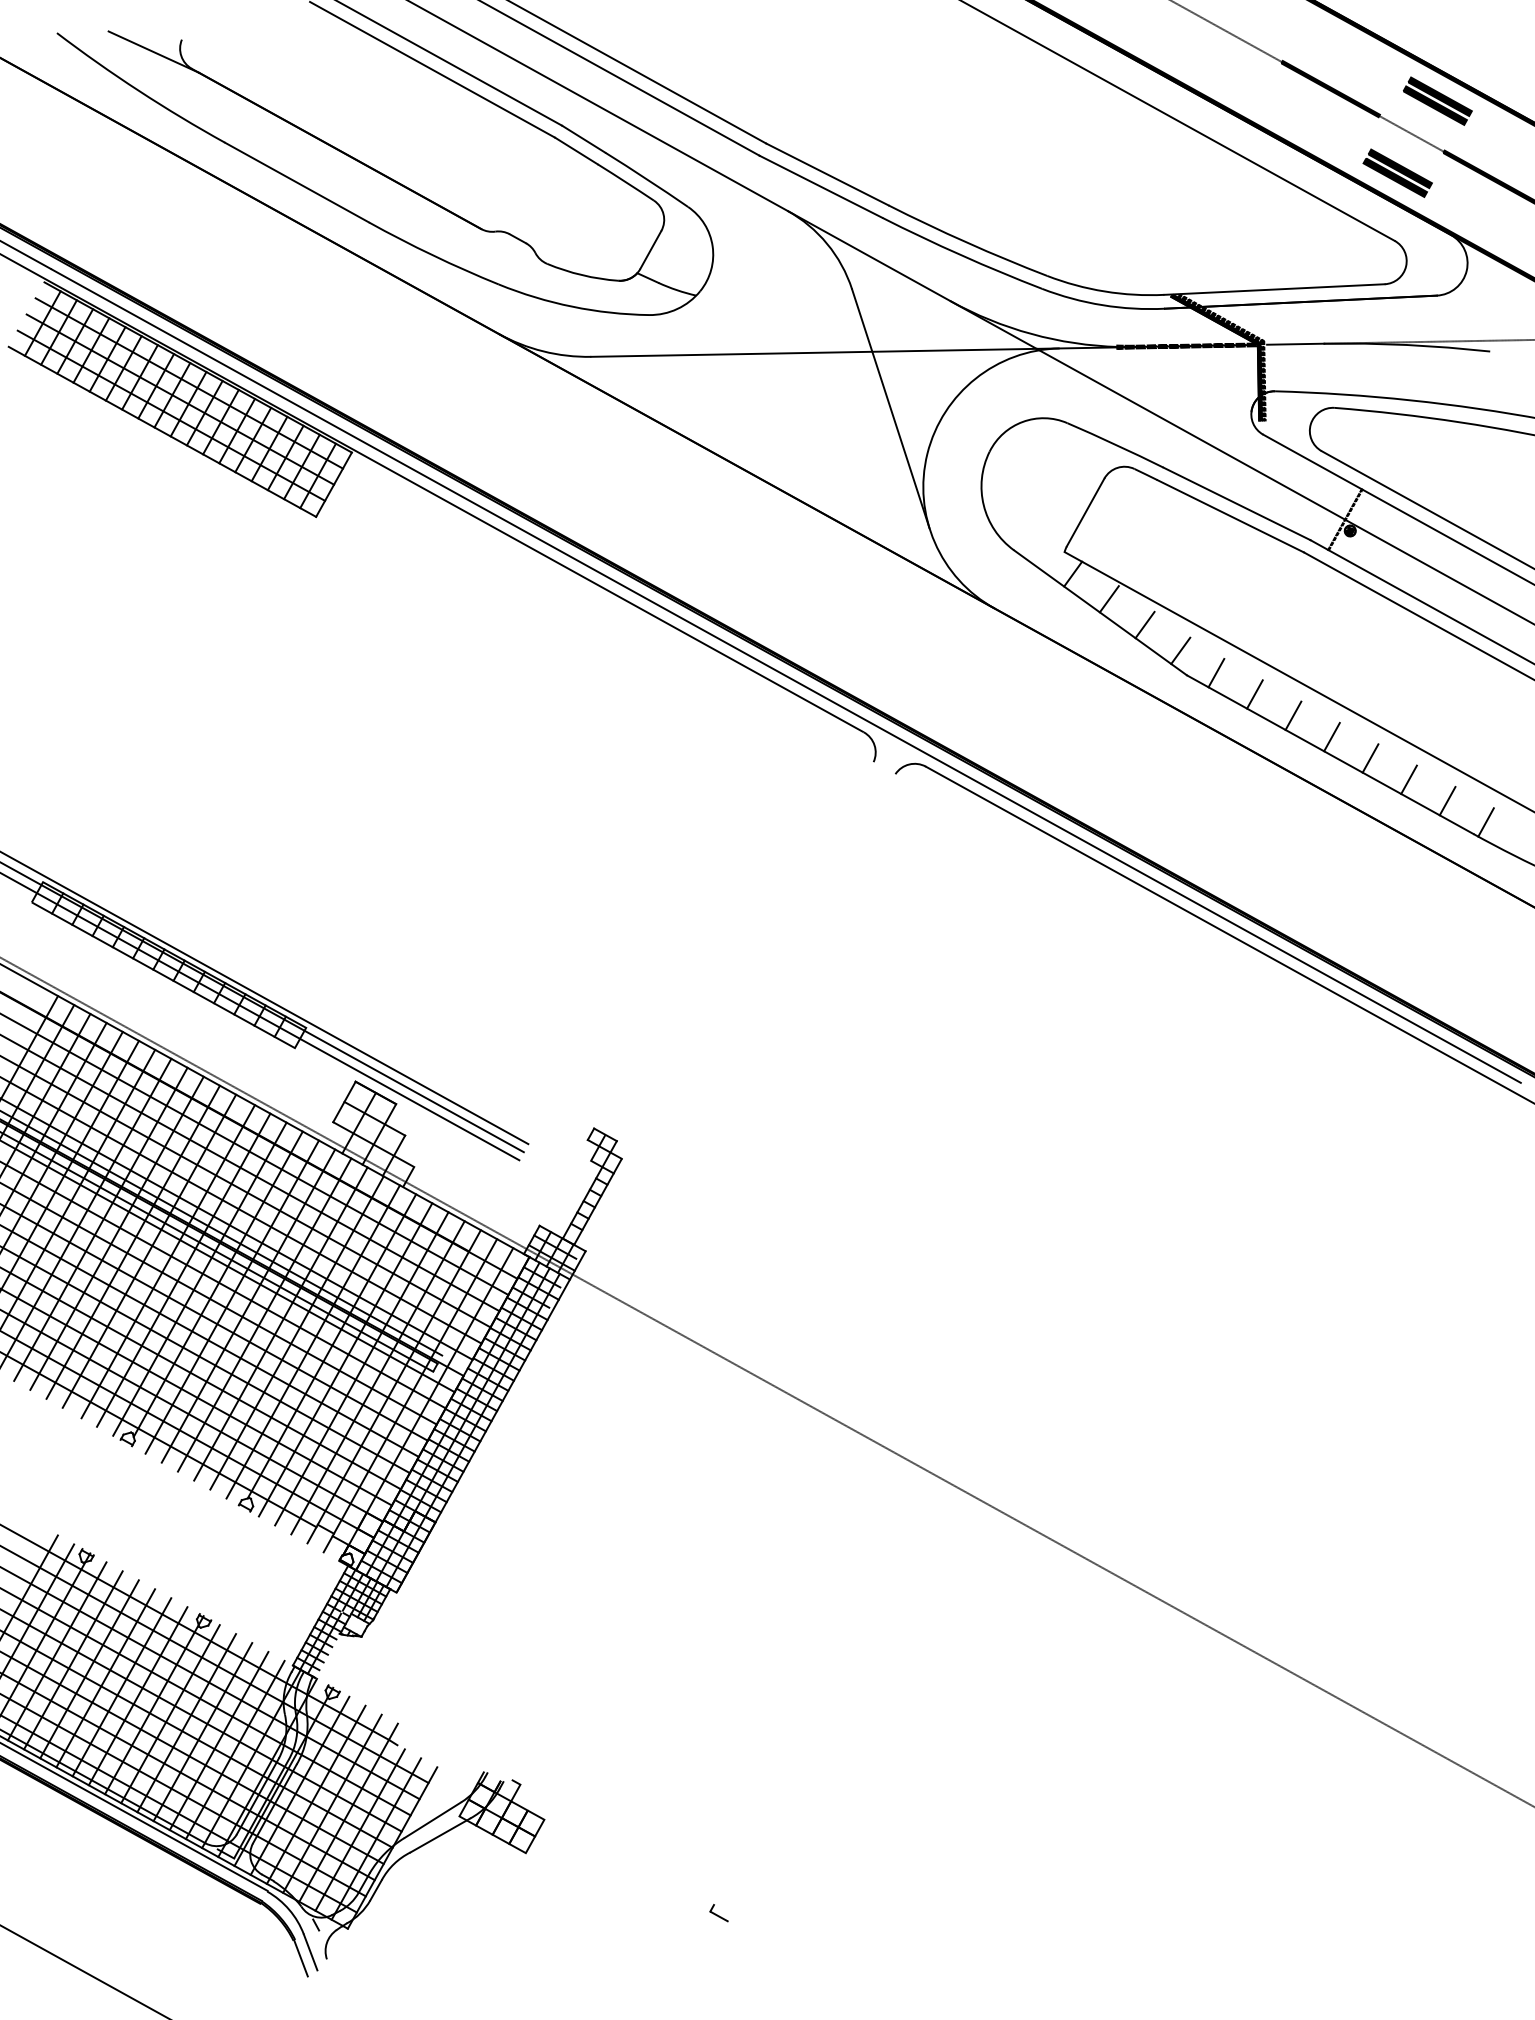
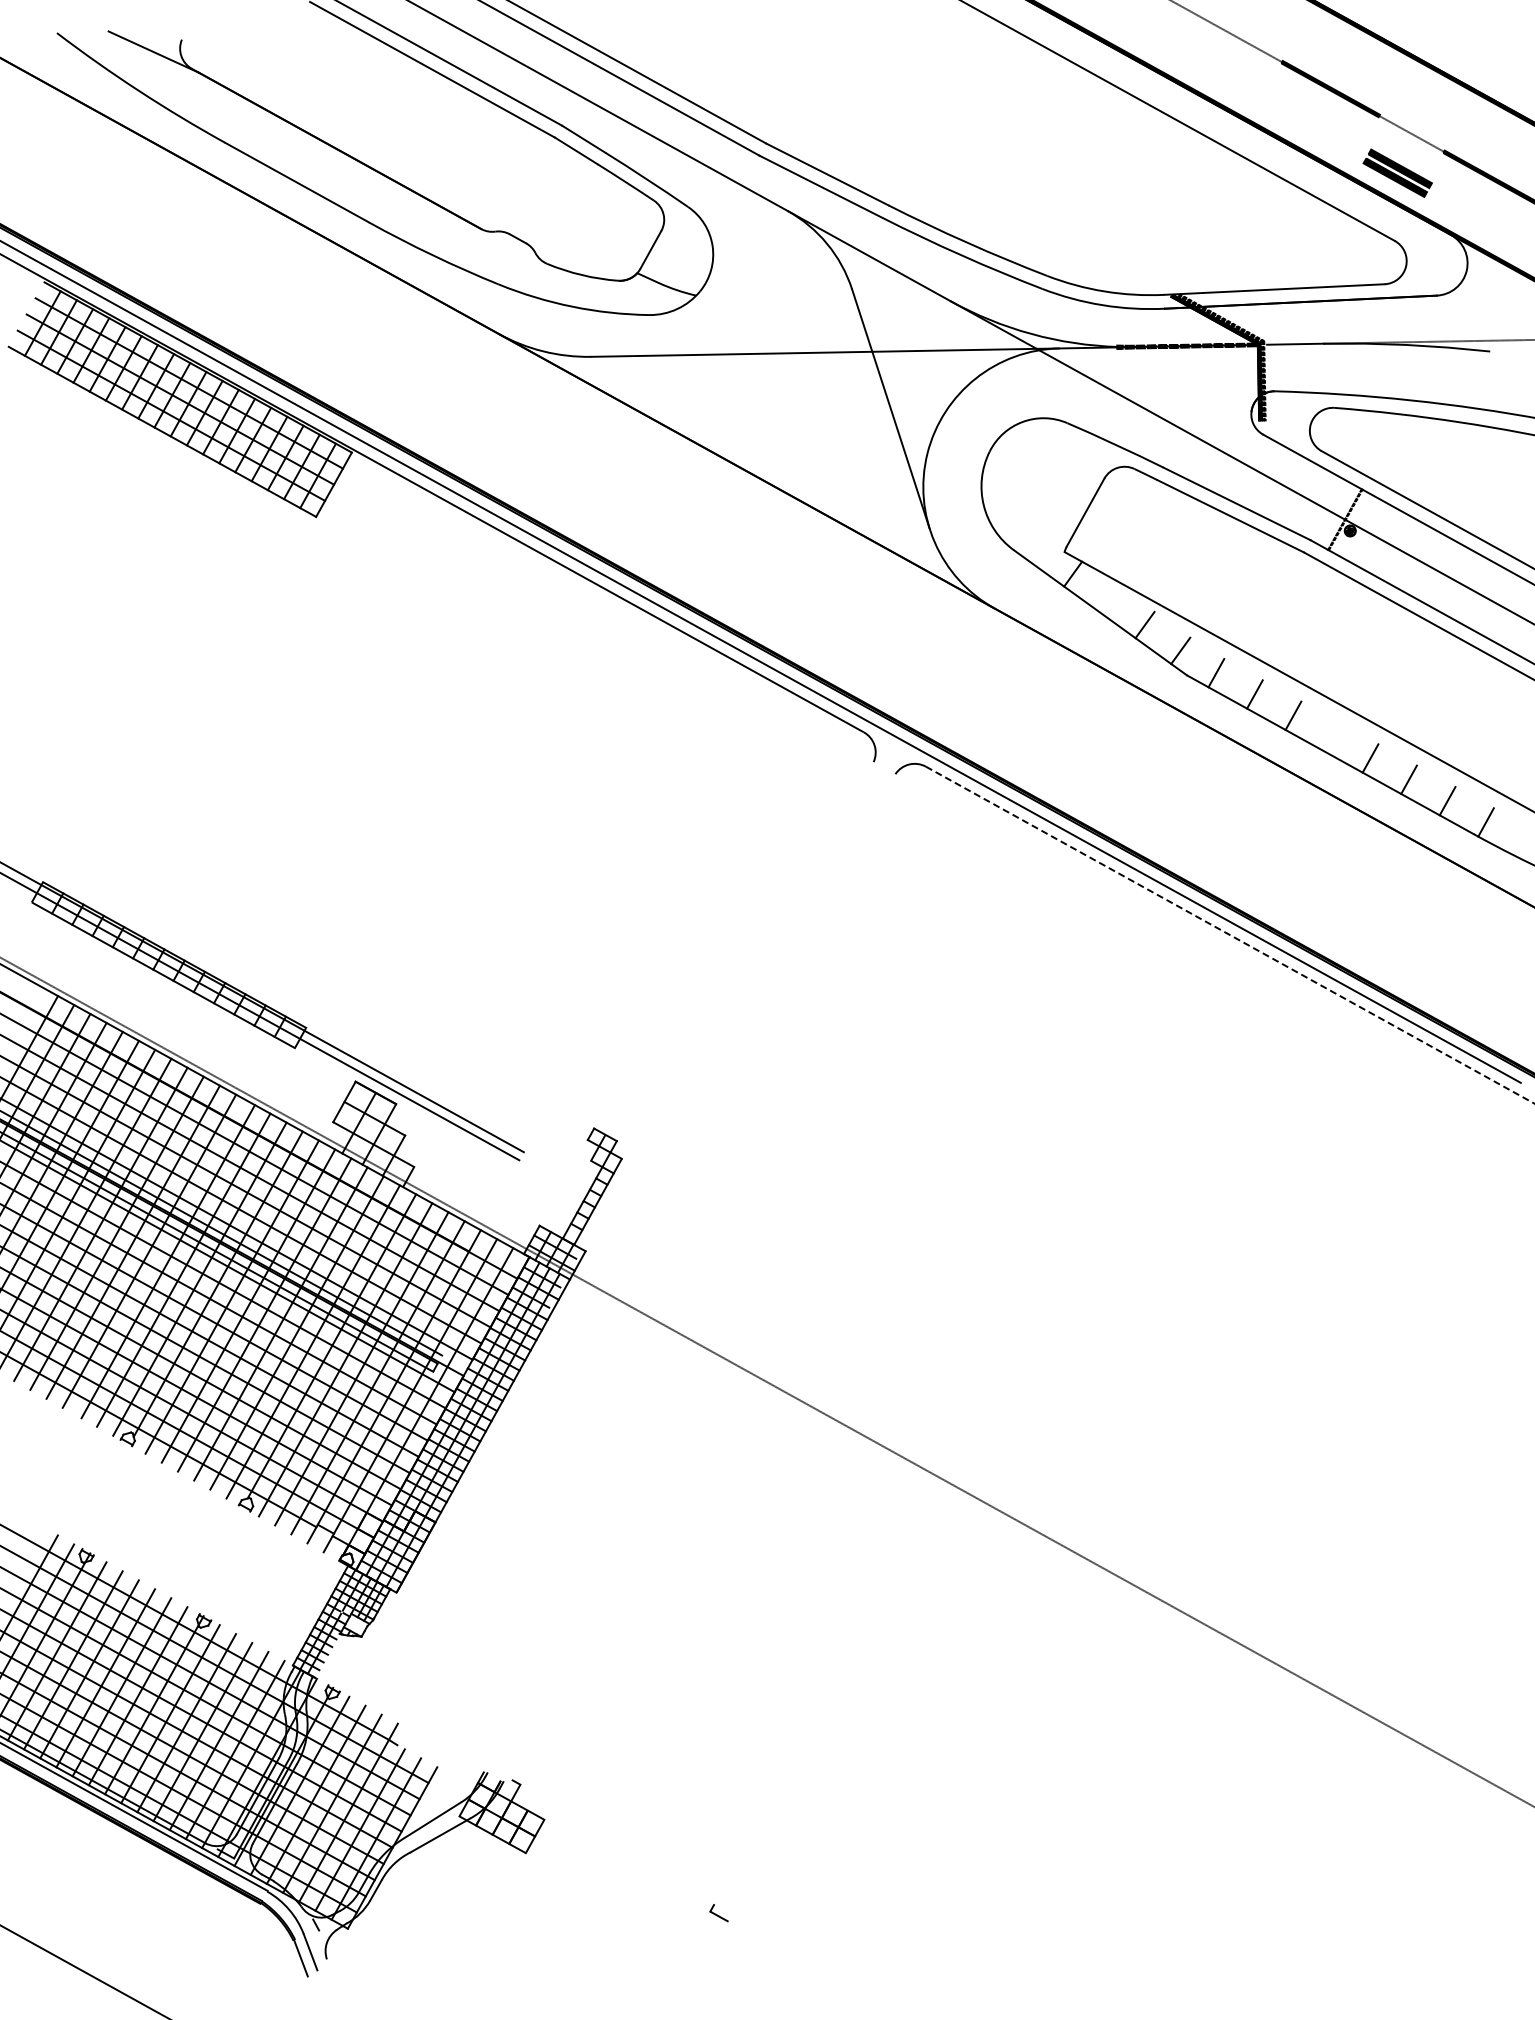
part at (1437, 100): present -> none
line at (1108, 599): present -> none
line at (1331, 736): present -> none
line at (1230, 935): solid -> dashed
line at (265, 998): present -> none
